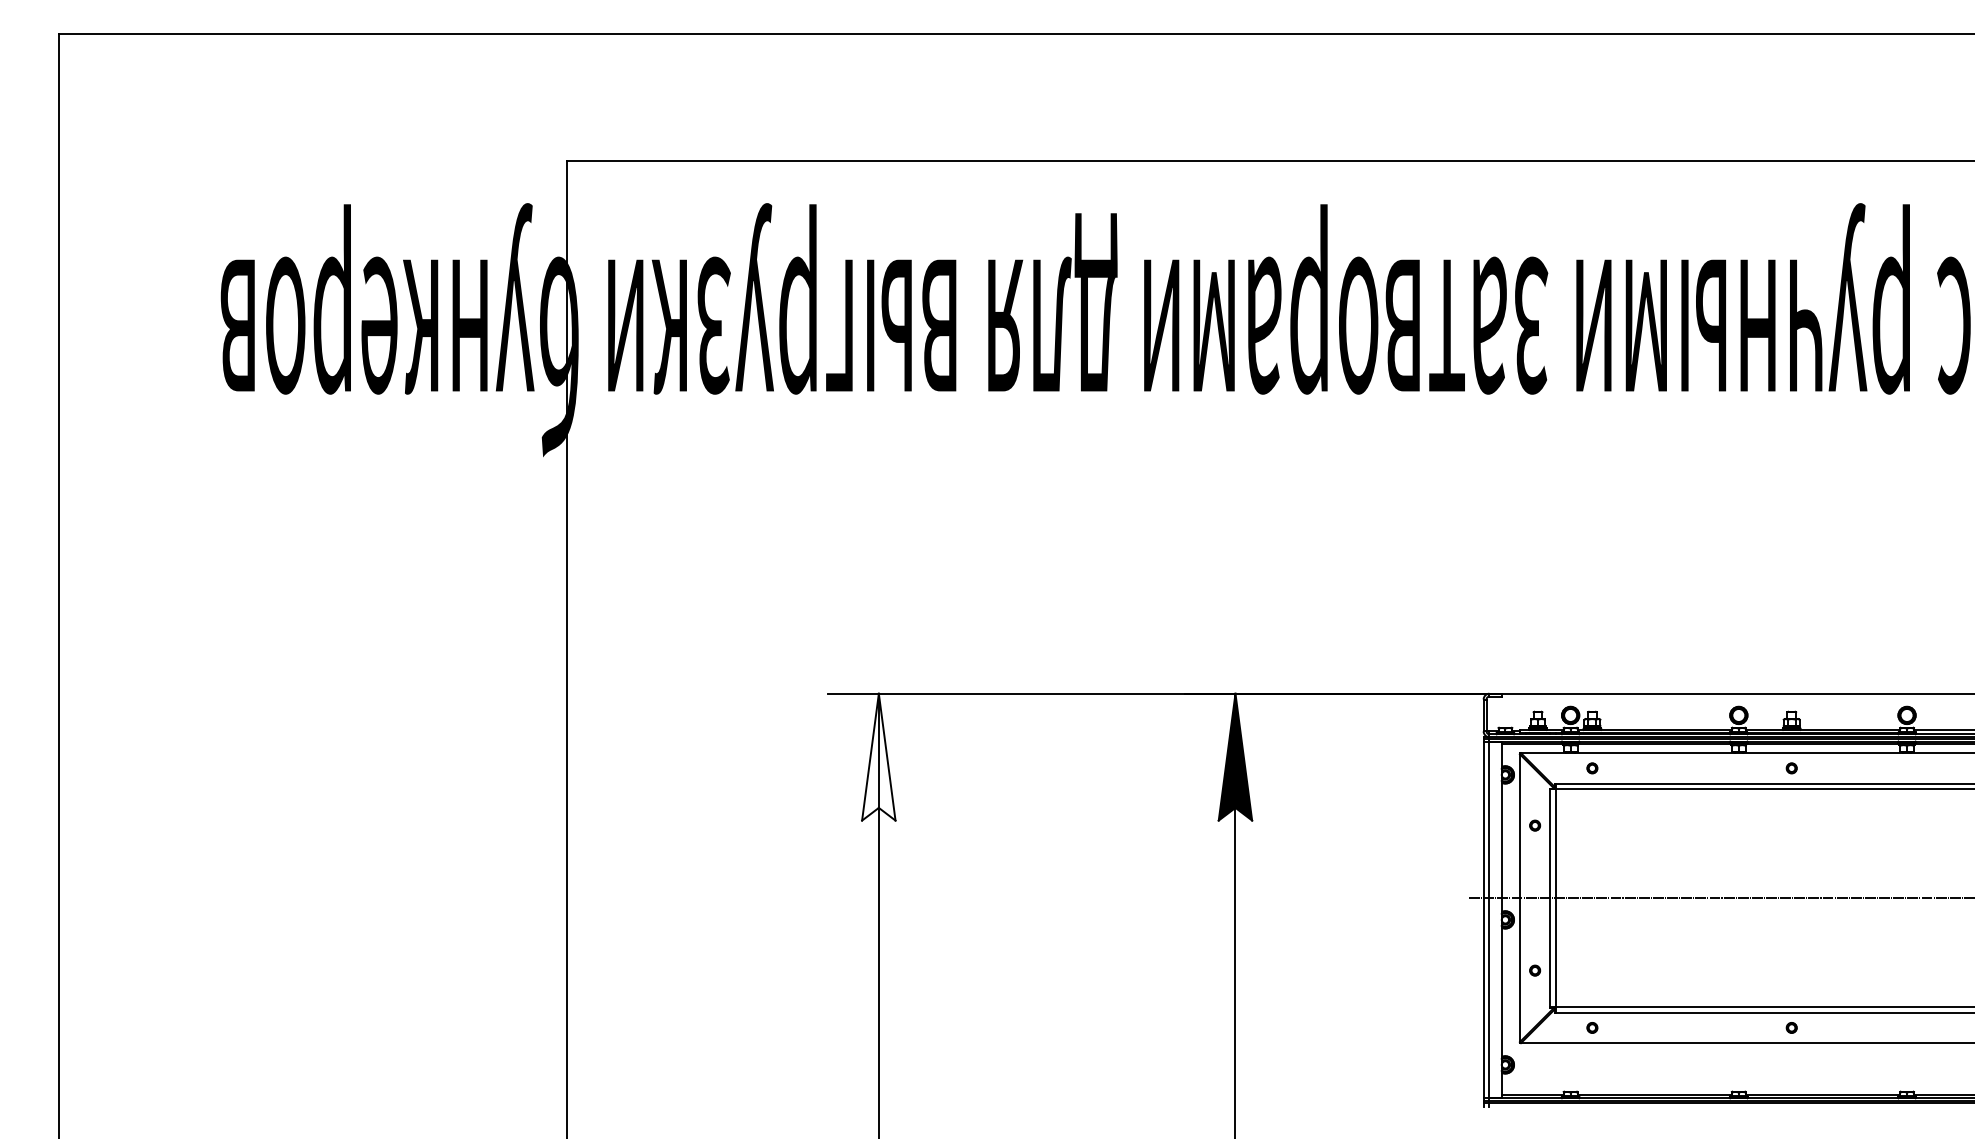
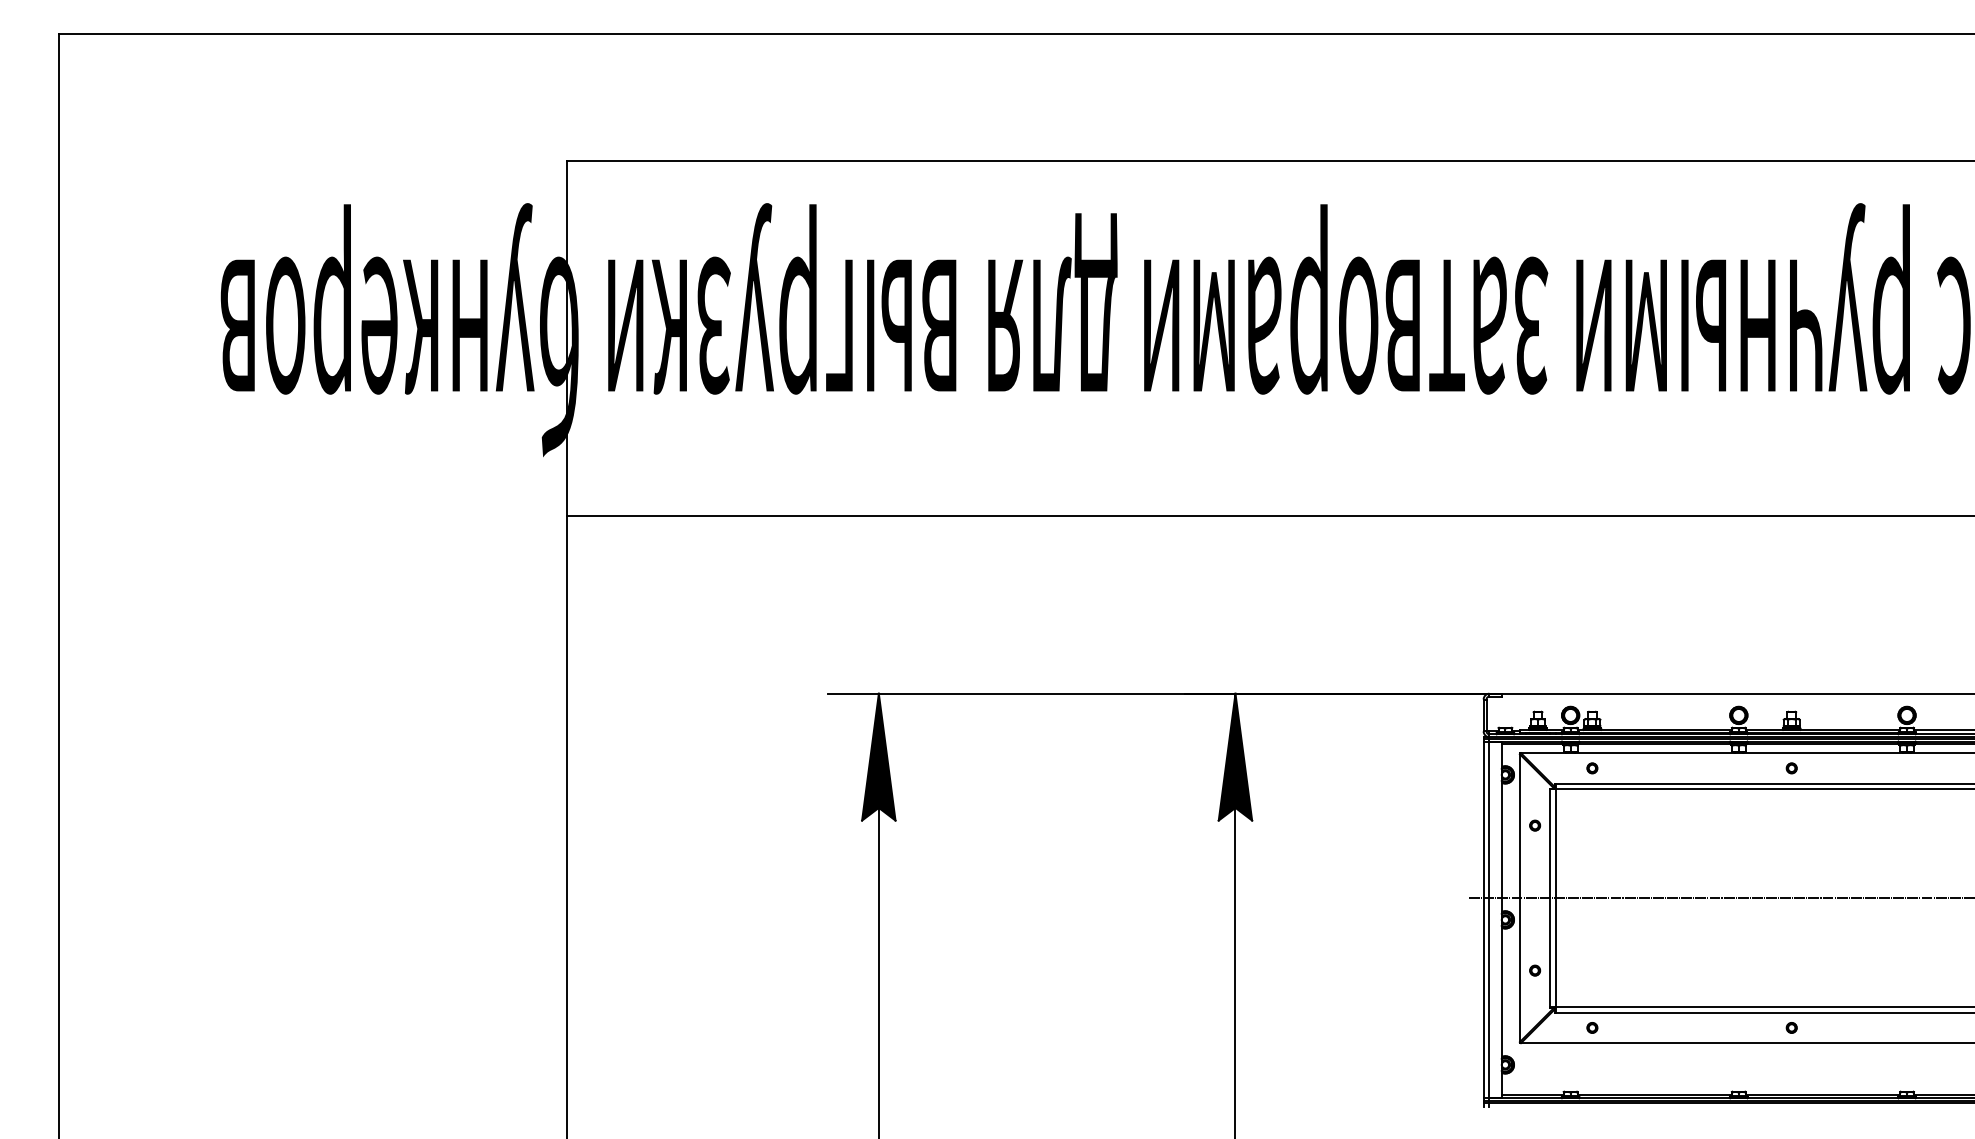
line at (1268, 516): none -> present
fill at (878, 756): none -> present
